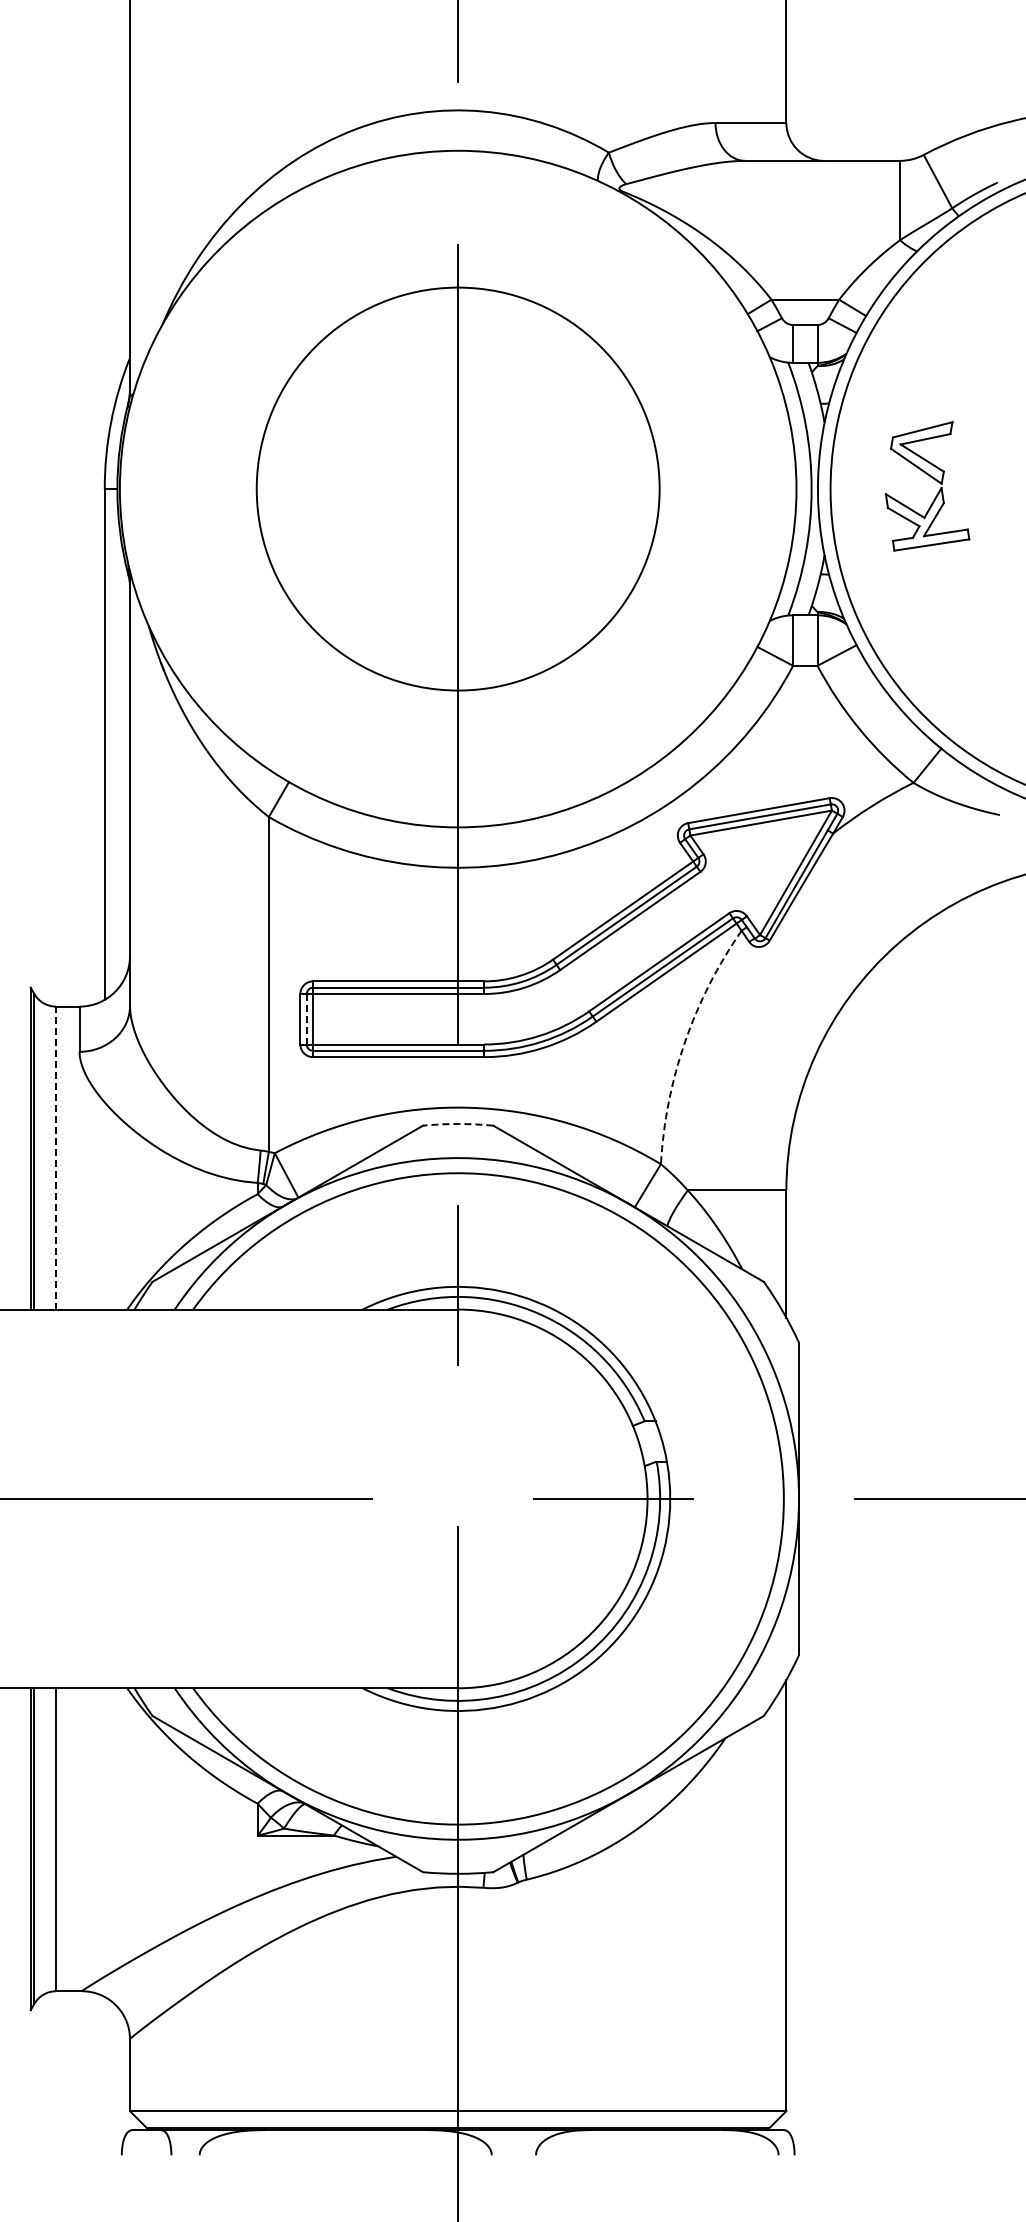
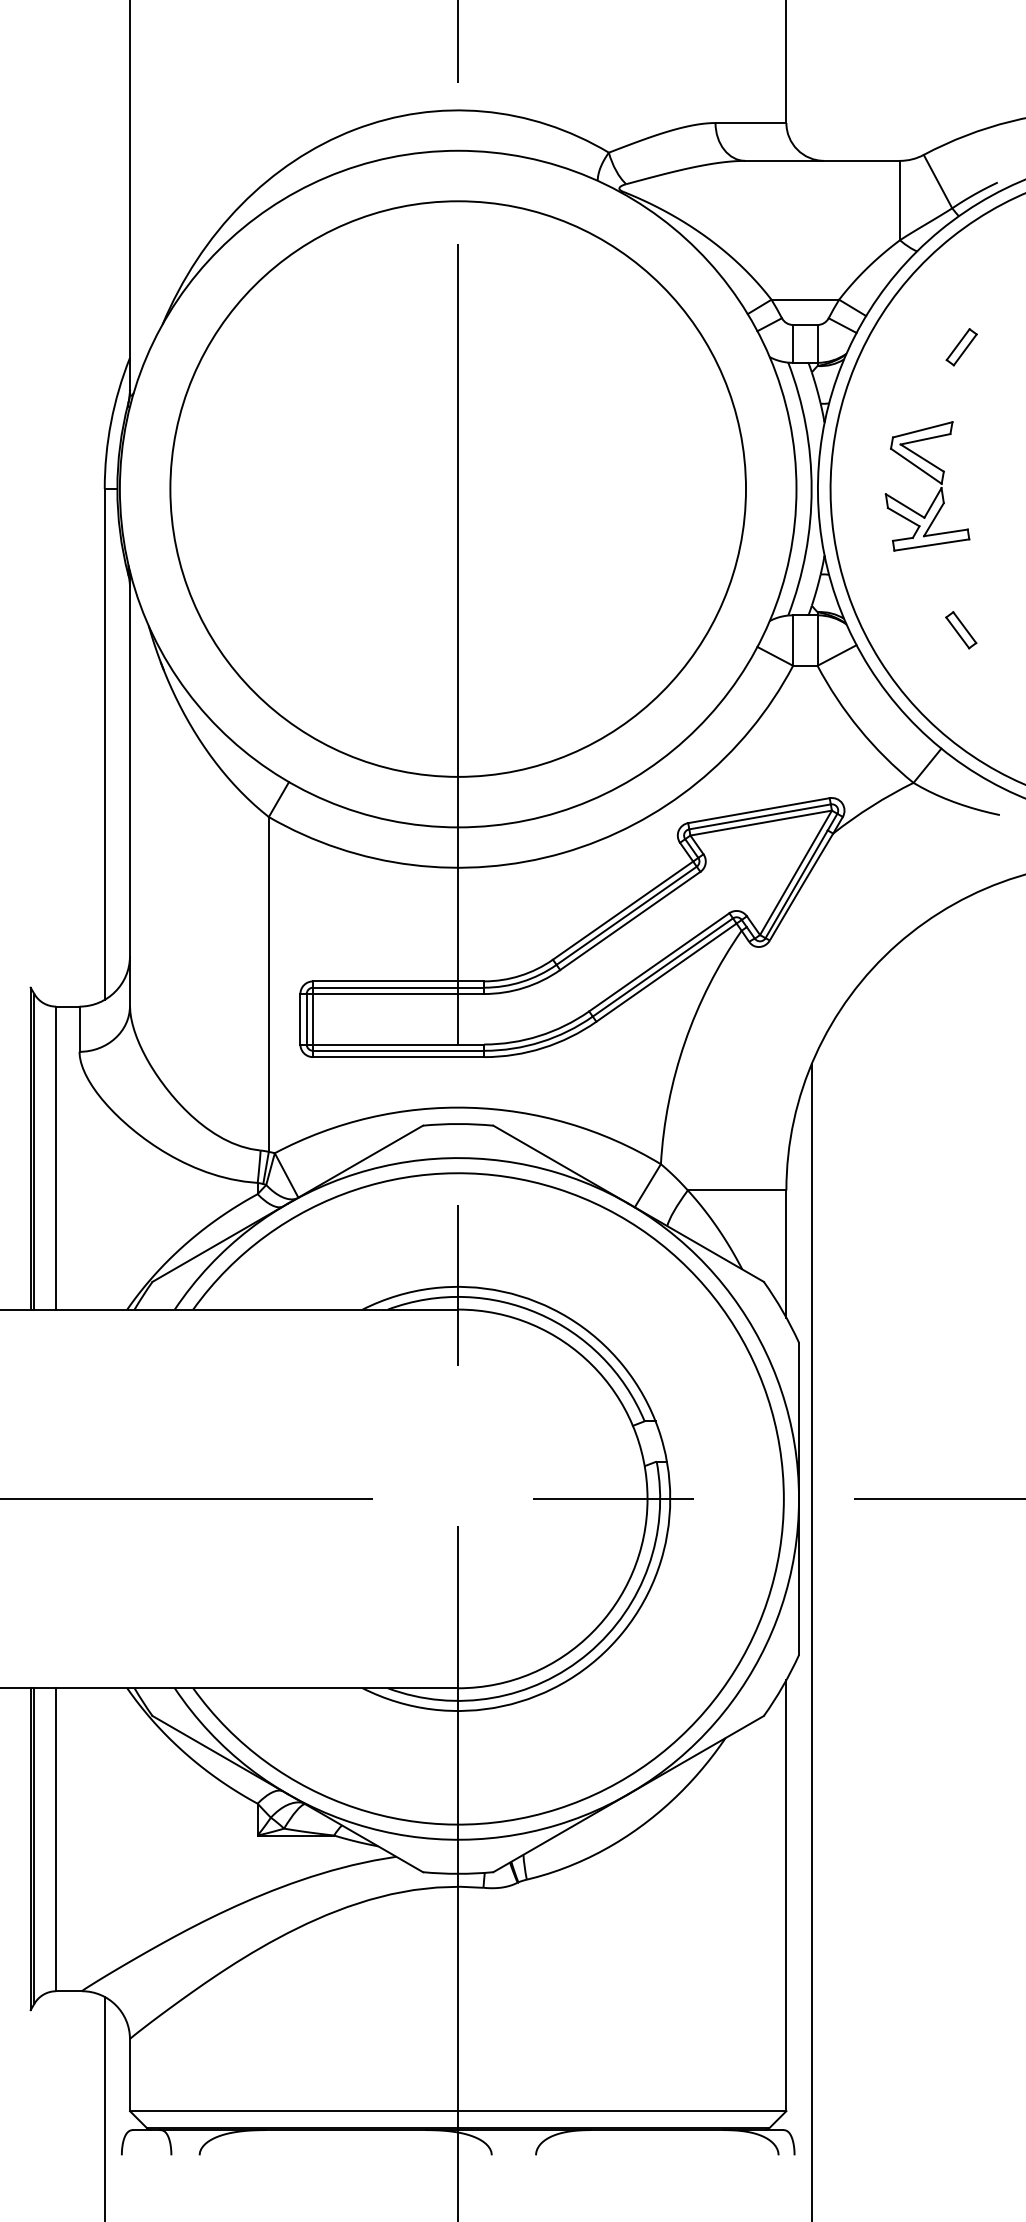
part at (961, 347): none -> present
circle at (457, 488) diameter: 403 px -> 576 px
part at (961, 630): none -> present
line at (306, 1019): dashed -> solid
arc at (685, 1041): dashed -> solid
arc at (458, 1124): dashed -> solid
line at (56, 1157): dashed -> solid
line at (811, 1641): none -> present
line at (104, 2107): none -> present
